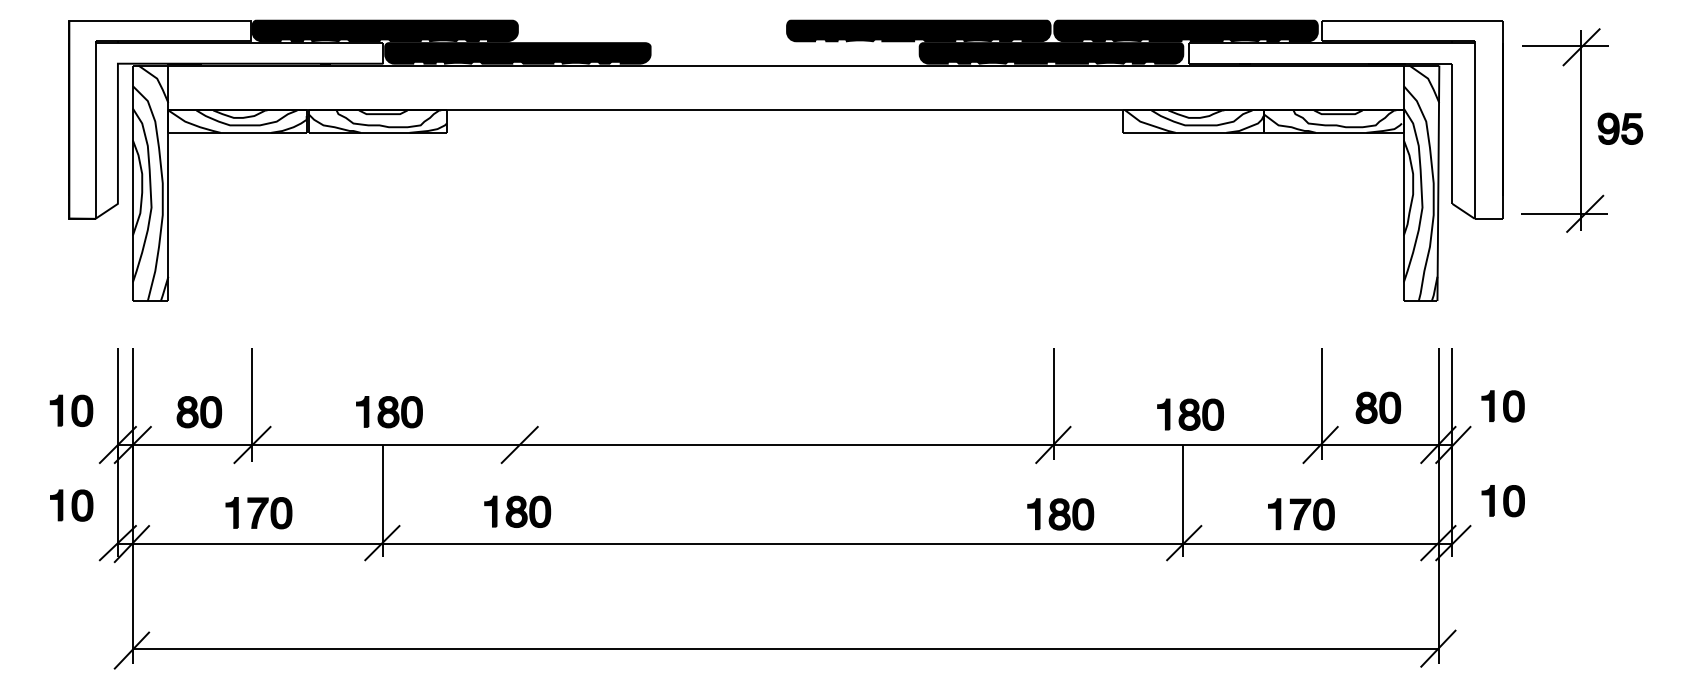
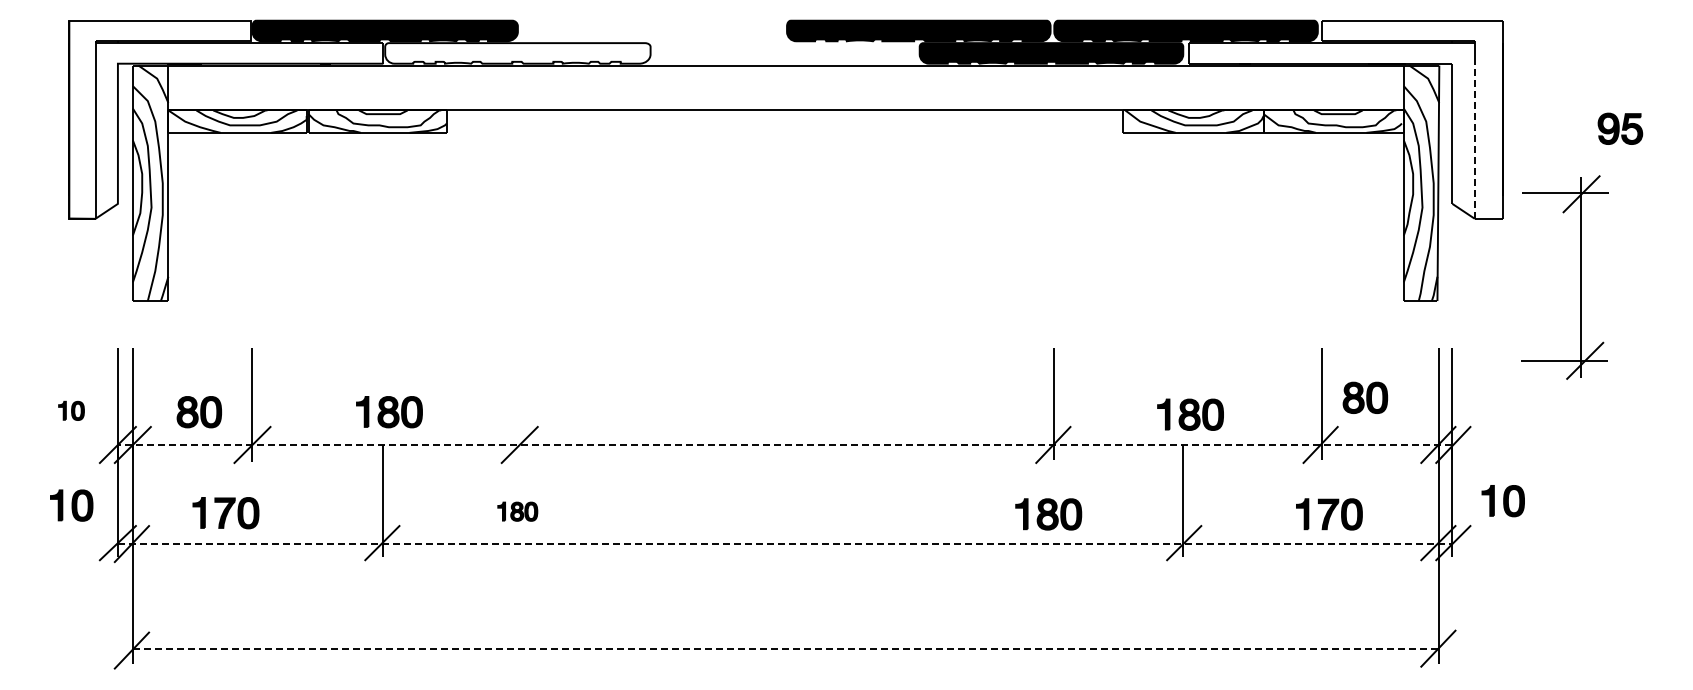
fill at (517, 53): present -> none
part at (1580, 130) position: (1580, 130) -> (1580, 277)
line at (1474, 141): solid -> dashed
part at (1502, 406): present -> none
part at (1378, 407) position: (1378, 407) -> (1365, 397)
part at (71, 410) size: 45x34 px -> 27x21 px
line at (784, 444): solid -> dashed
part at (517, 511) size: 68x33 px -> 42x21 px
part at (258, 513) position: (258, 513) -> (225, 513)
part at (1060, 514) position: (1060, 514) -> (1048, 514)
part at (1301, 514) position: (1301, 514) -> (1329, 514)
line at (785, 544): solid -> dashed
line at (786, 648): solid -> dashed
